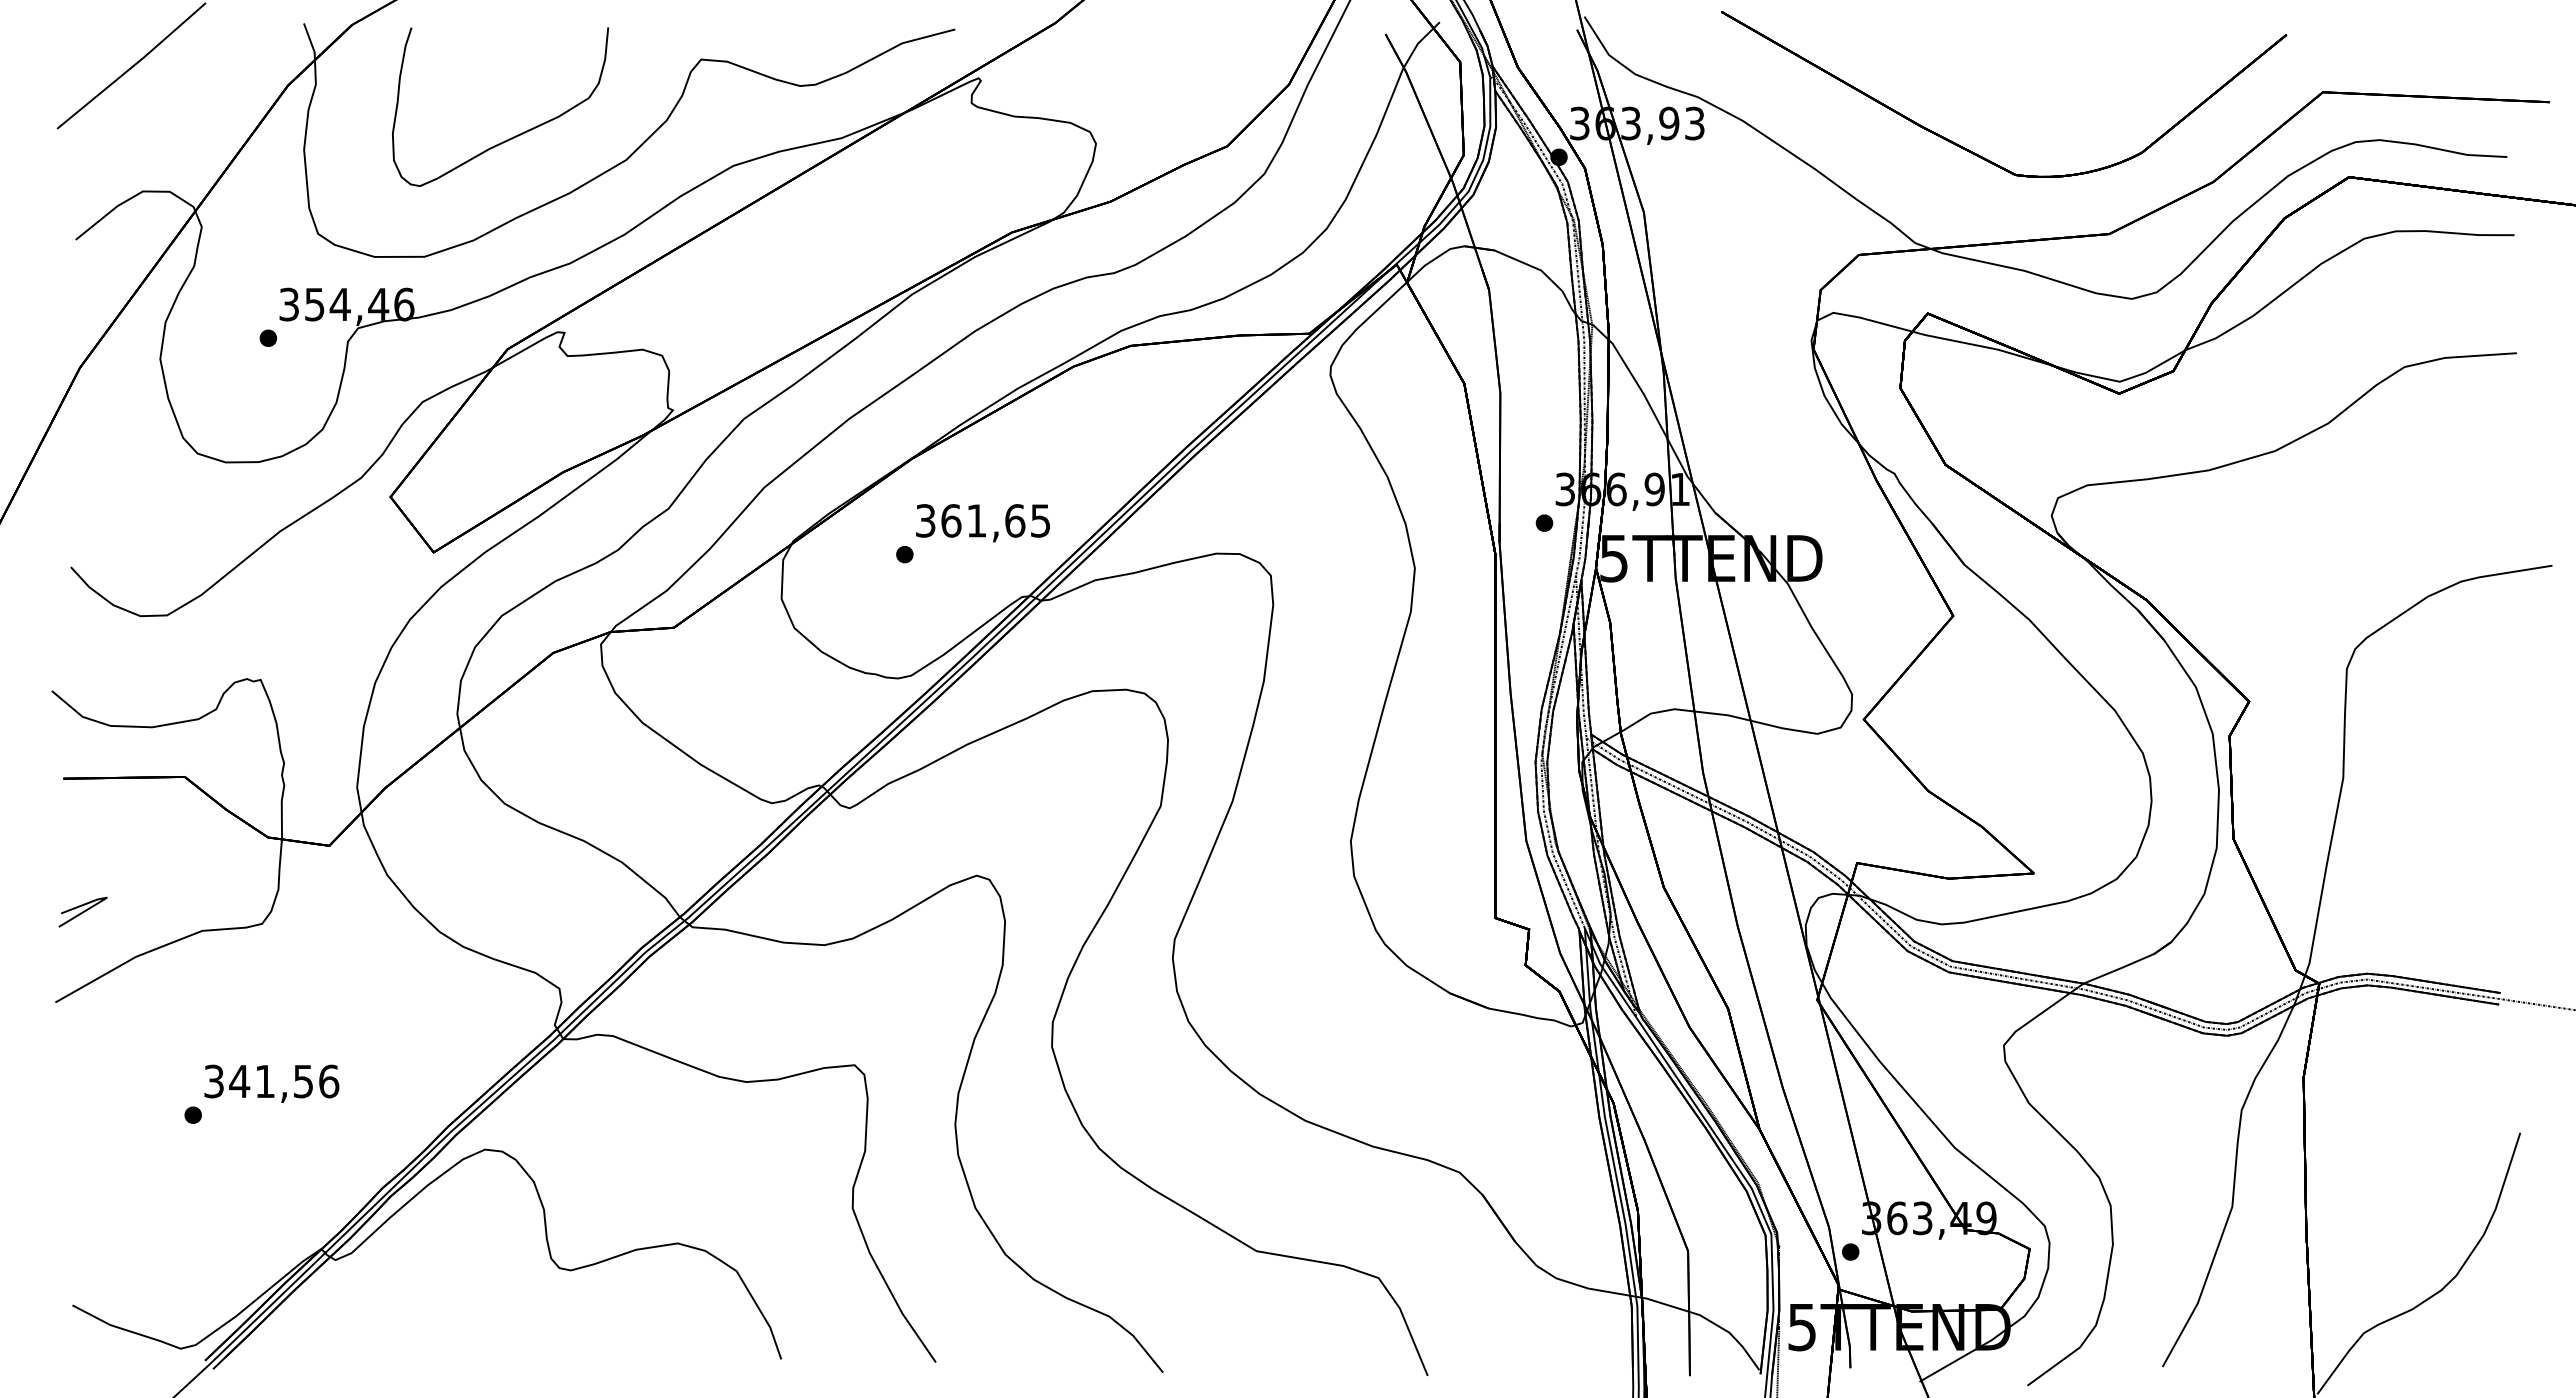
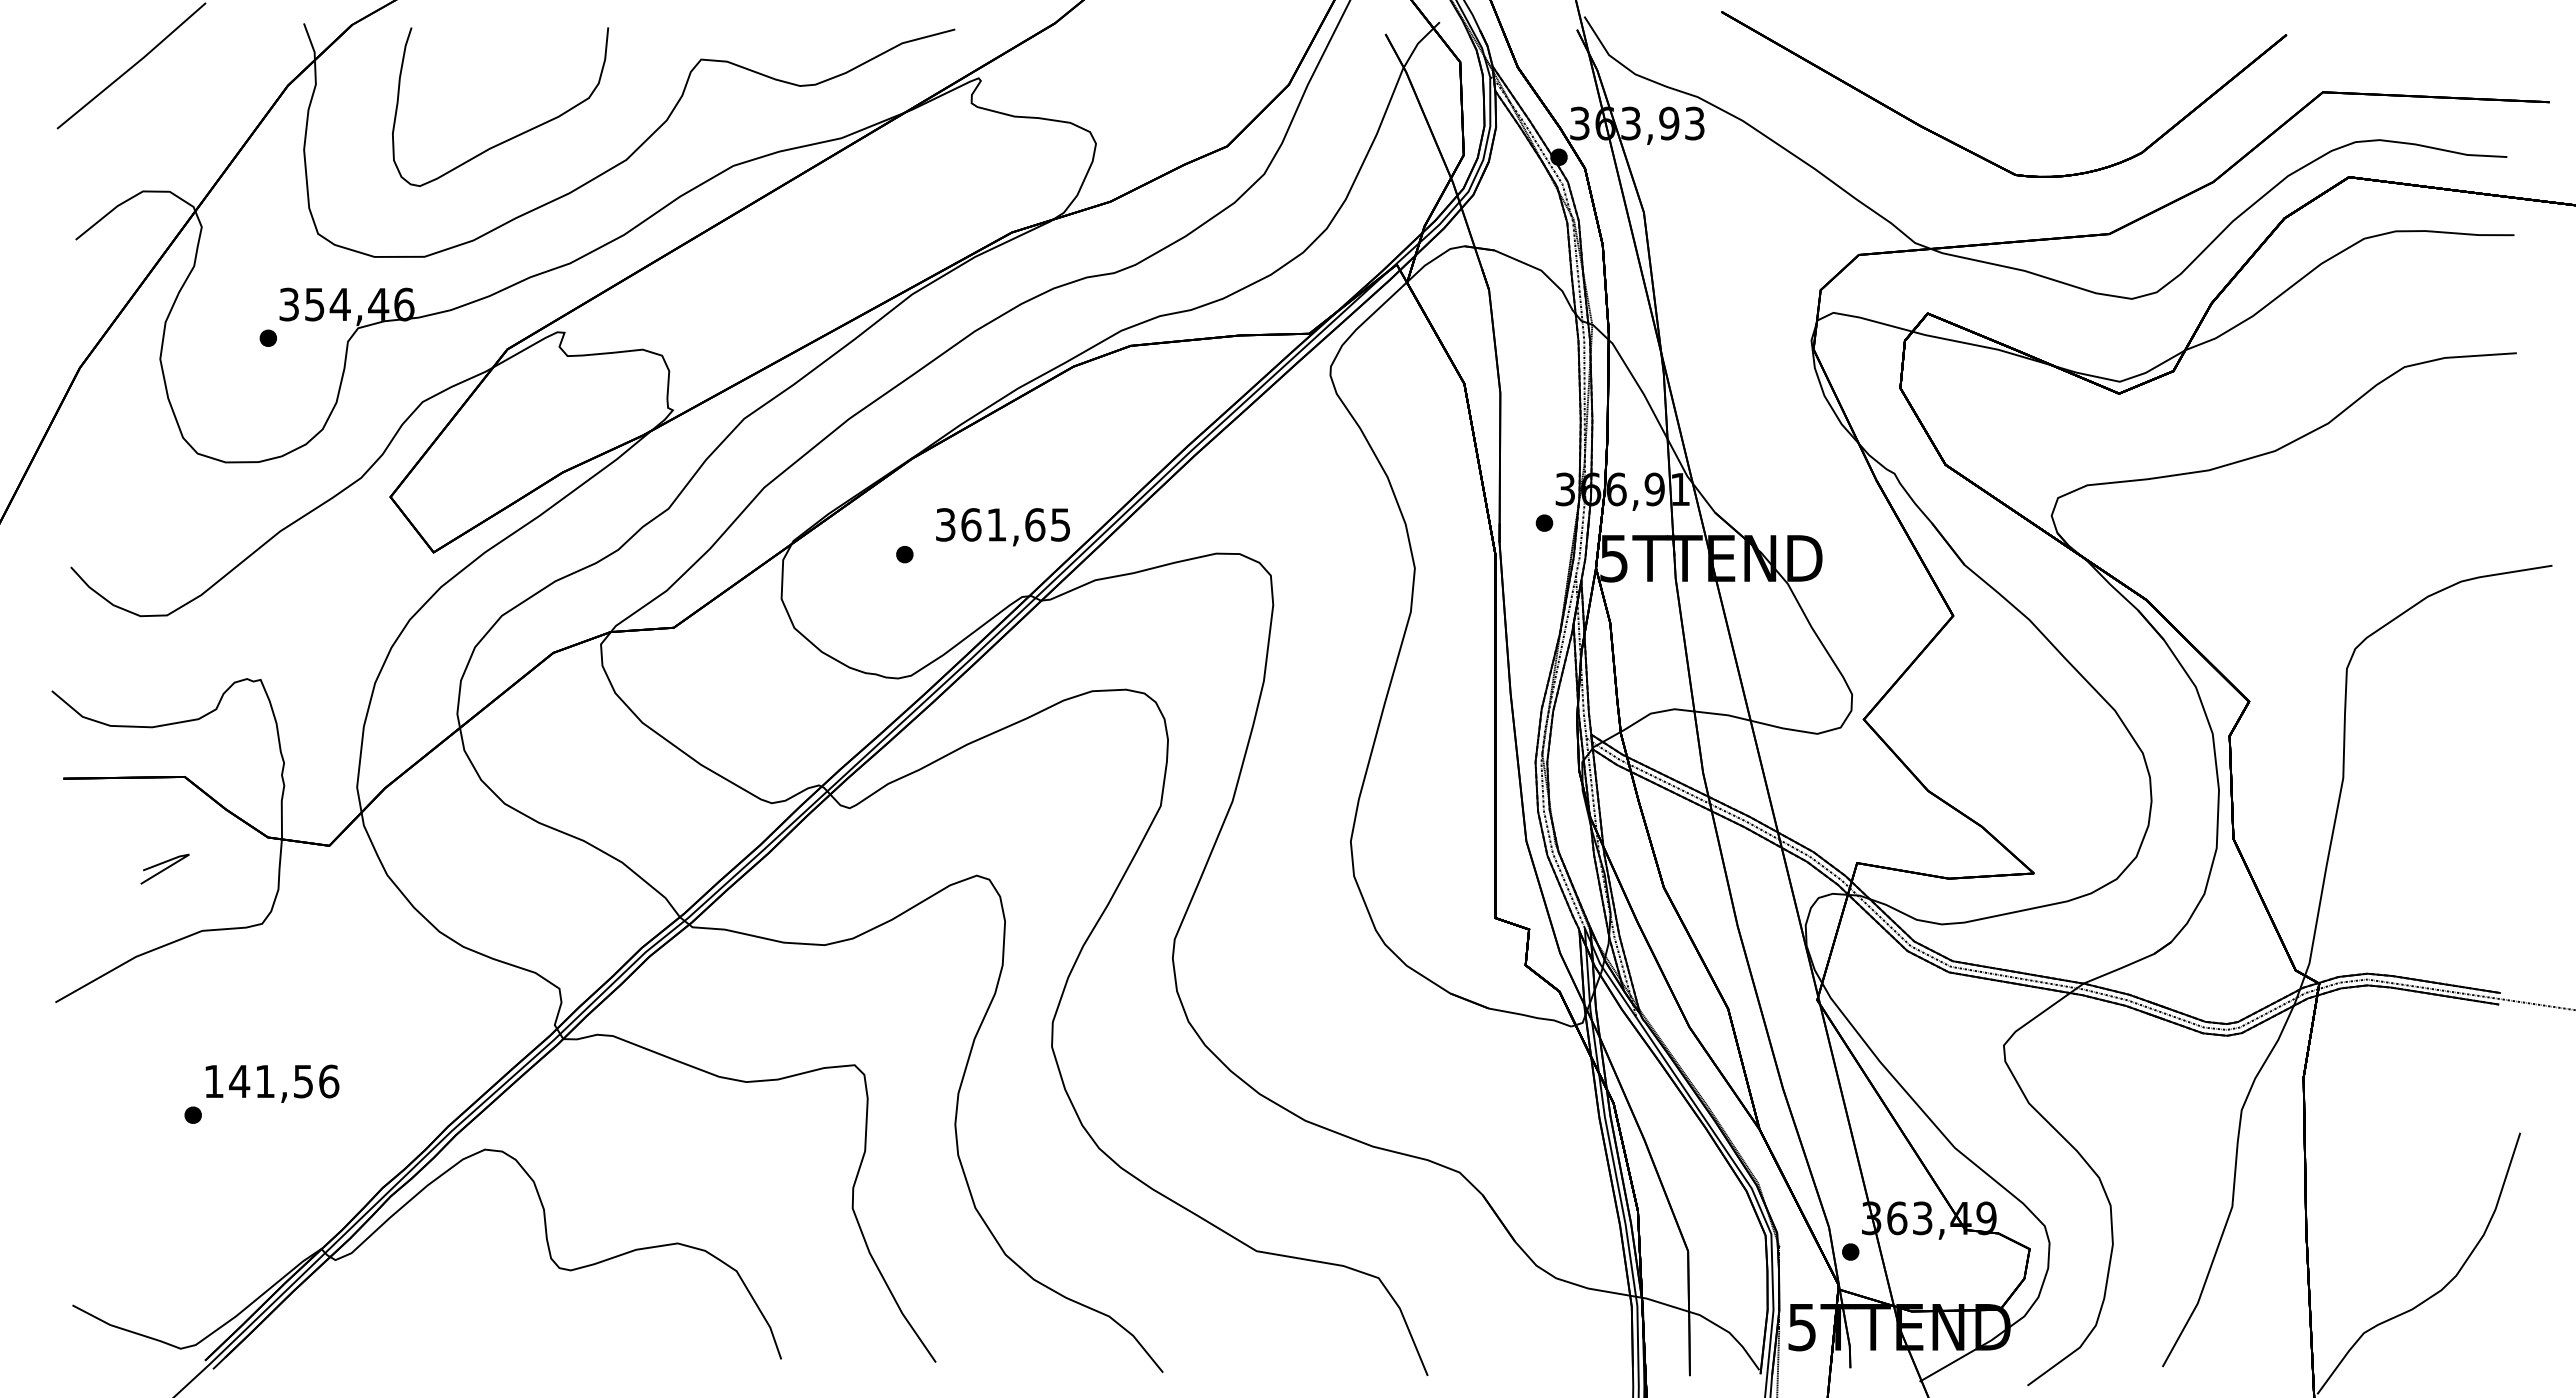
text at (982, 523) position: (982, 523) -> (1002, 527)
part at (82, 911) position: (82, 911) -> (164, 868)
text at (213, 1081): 341,56 -> 141,56
